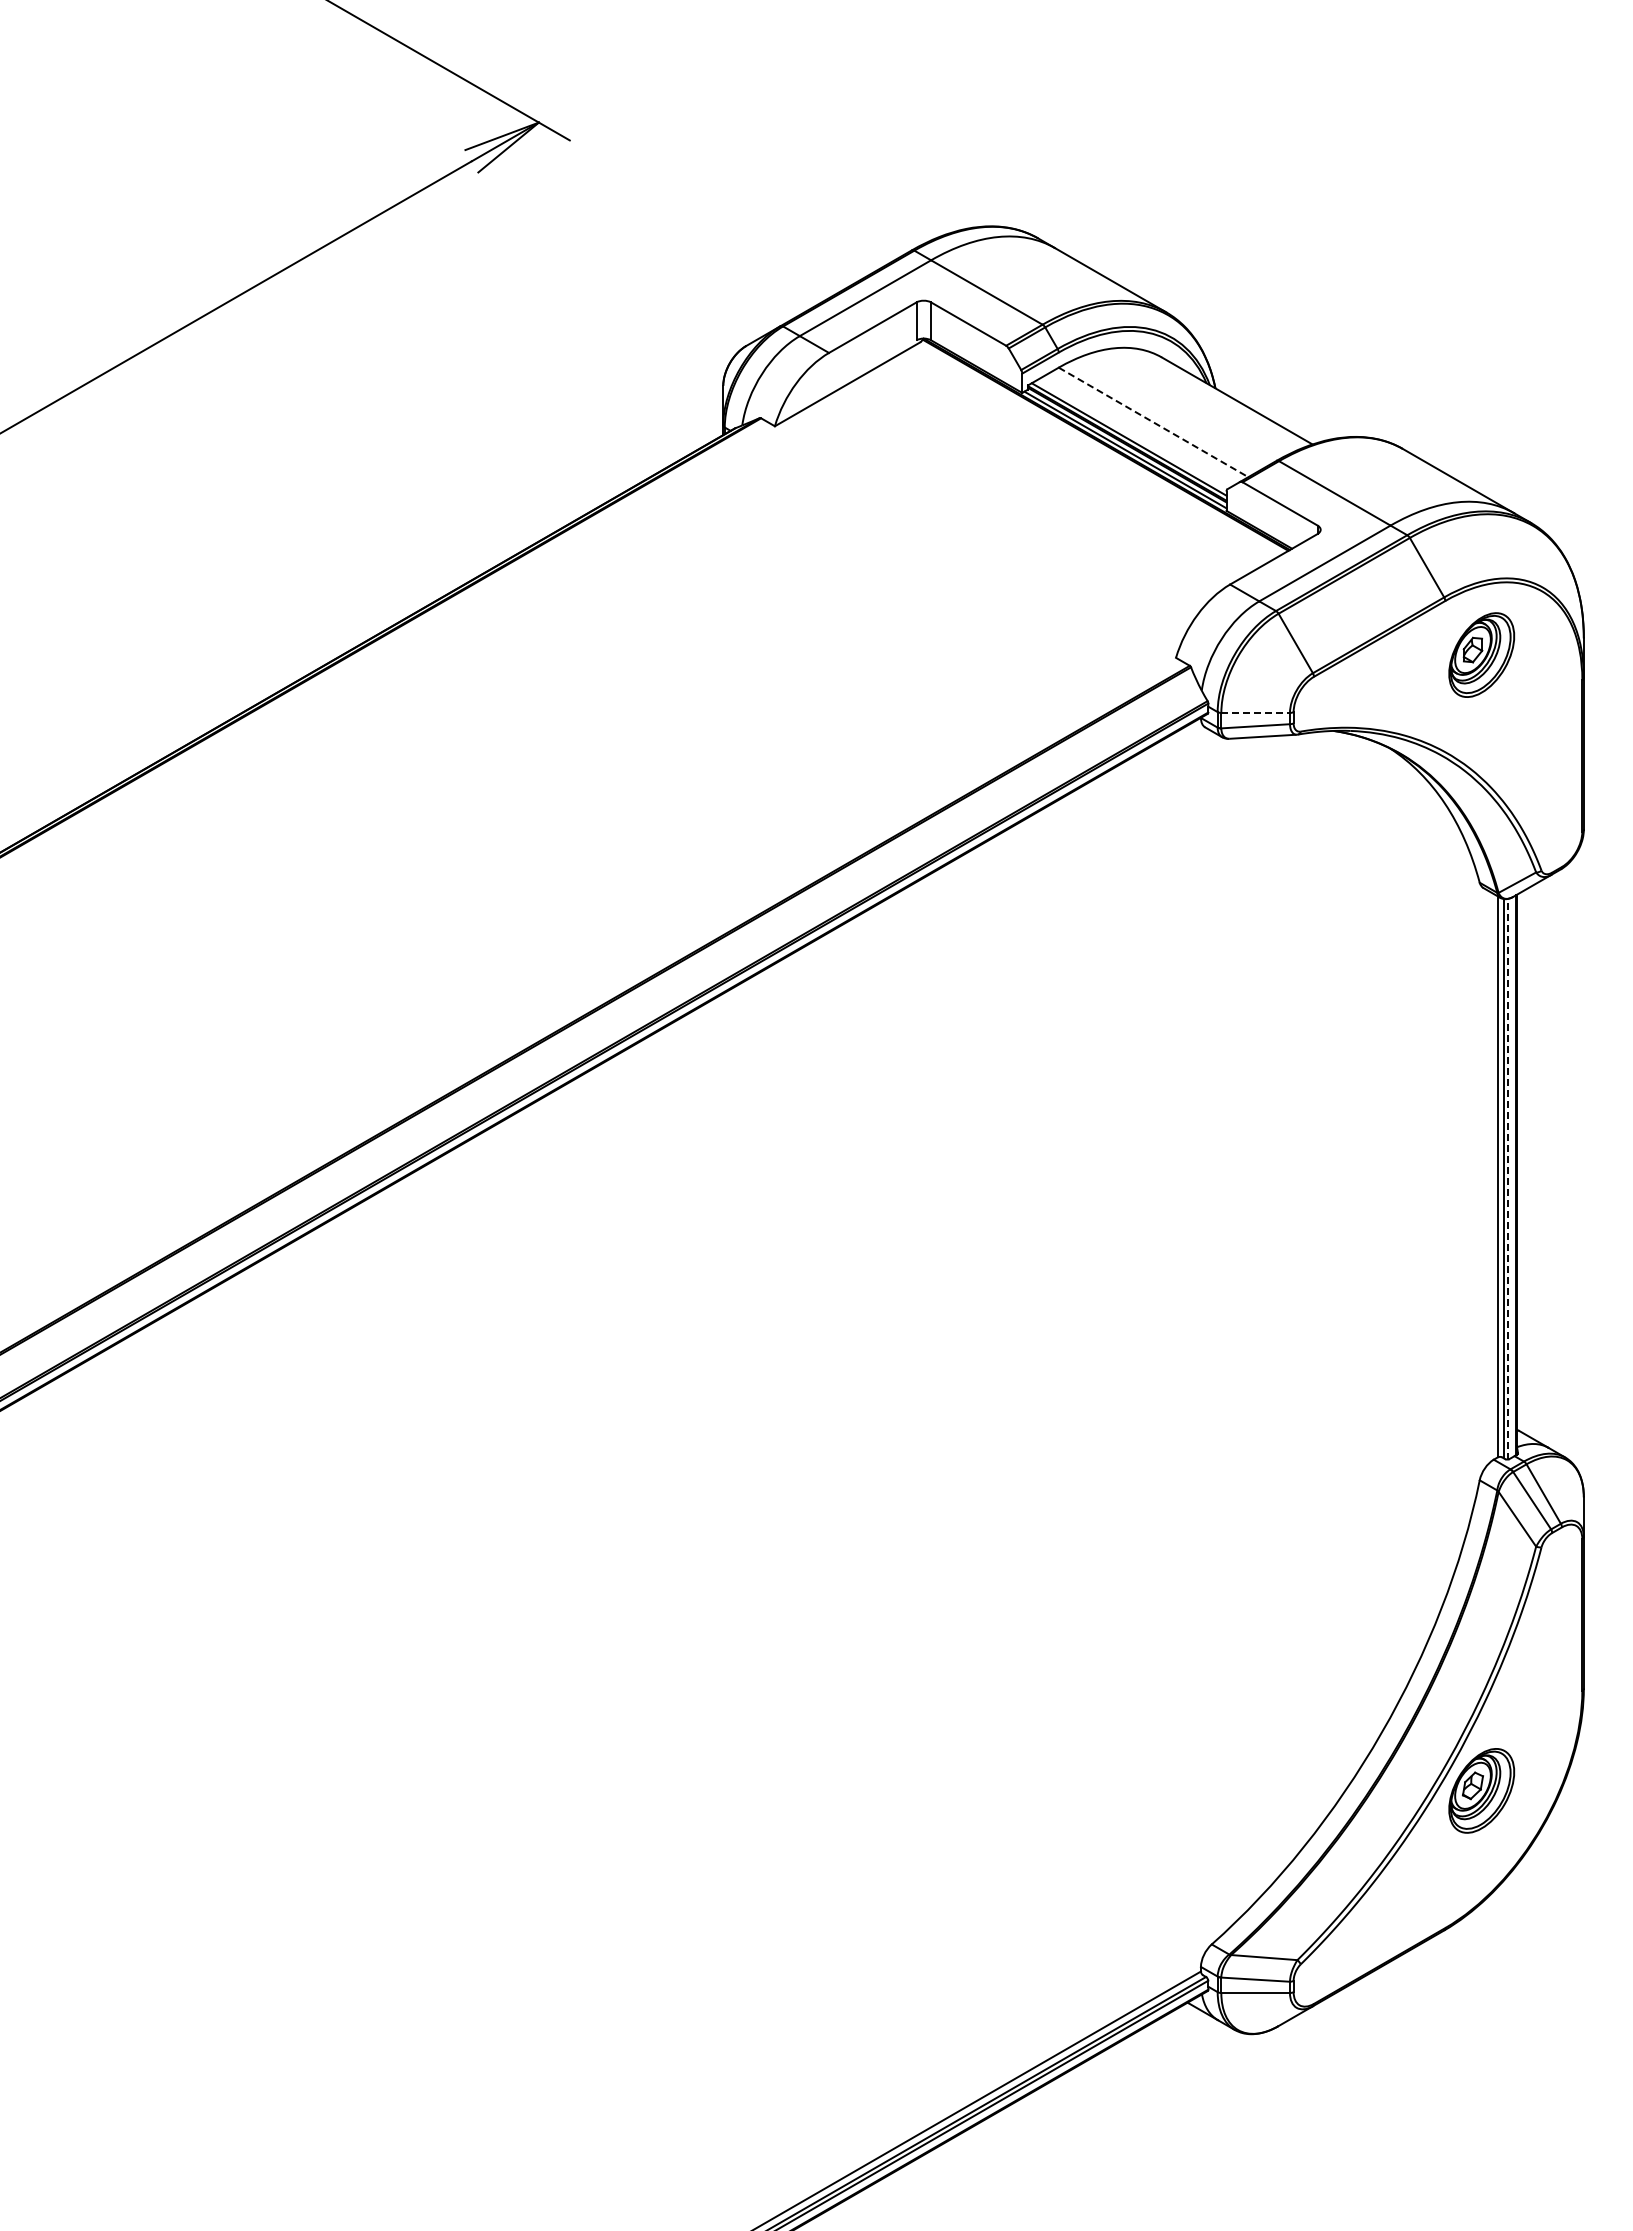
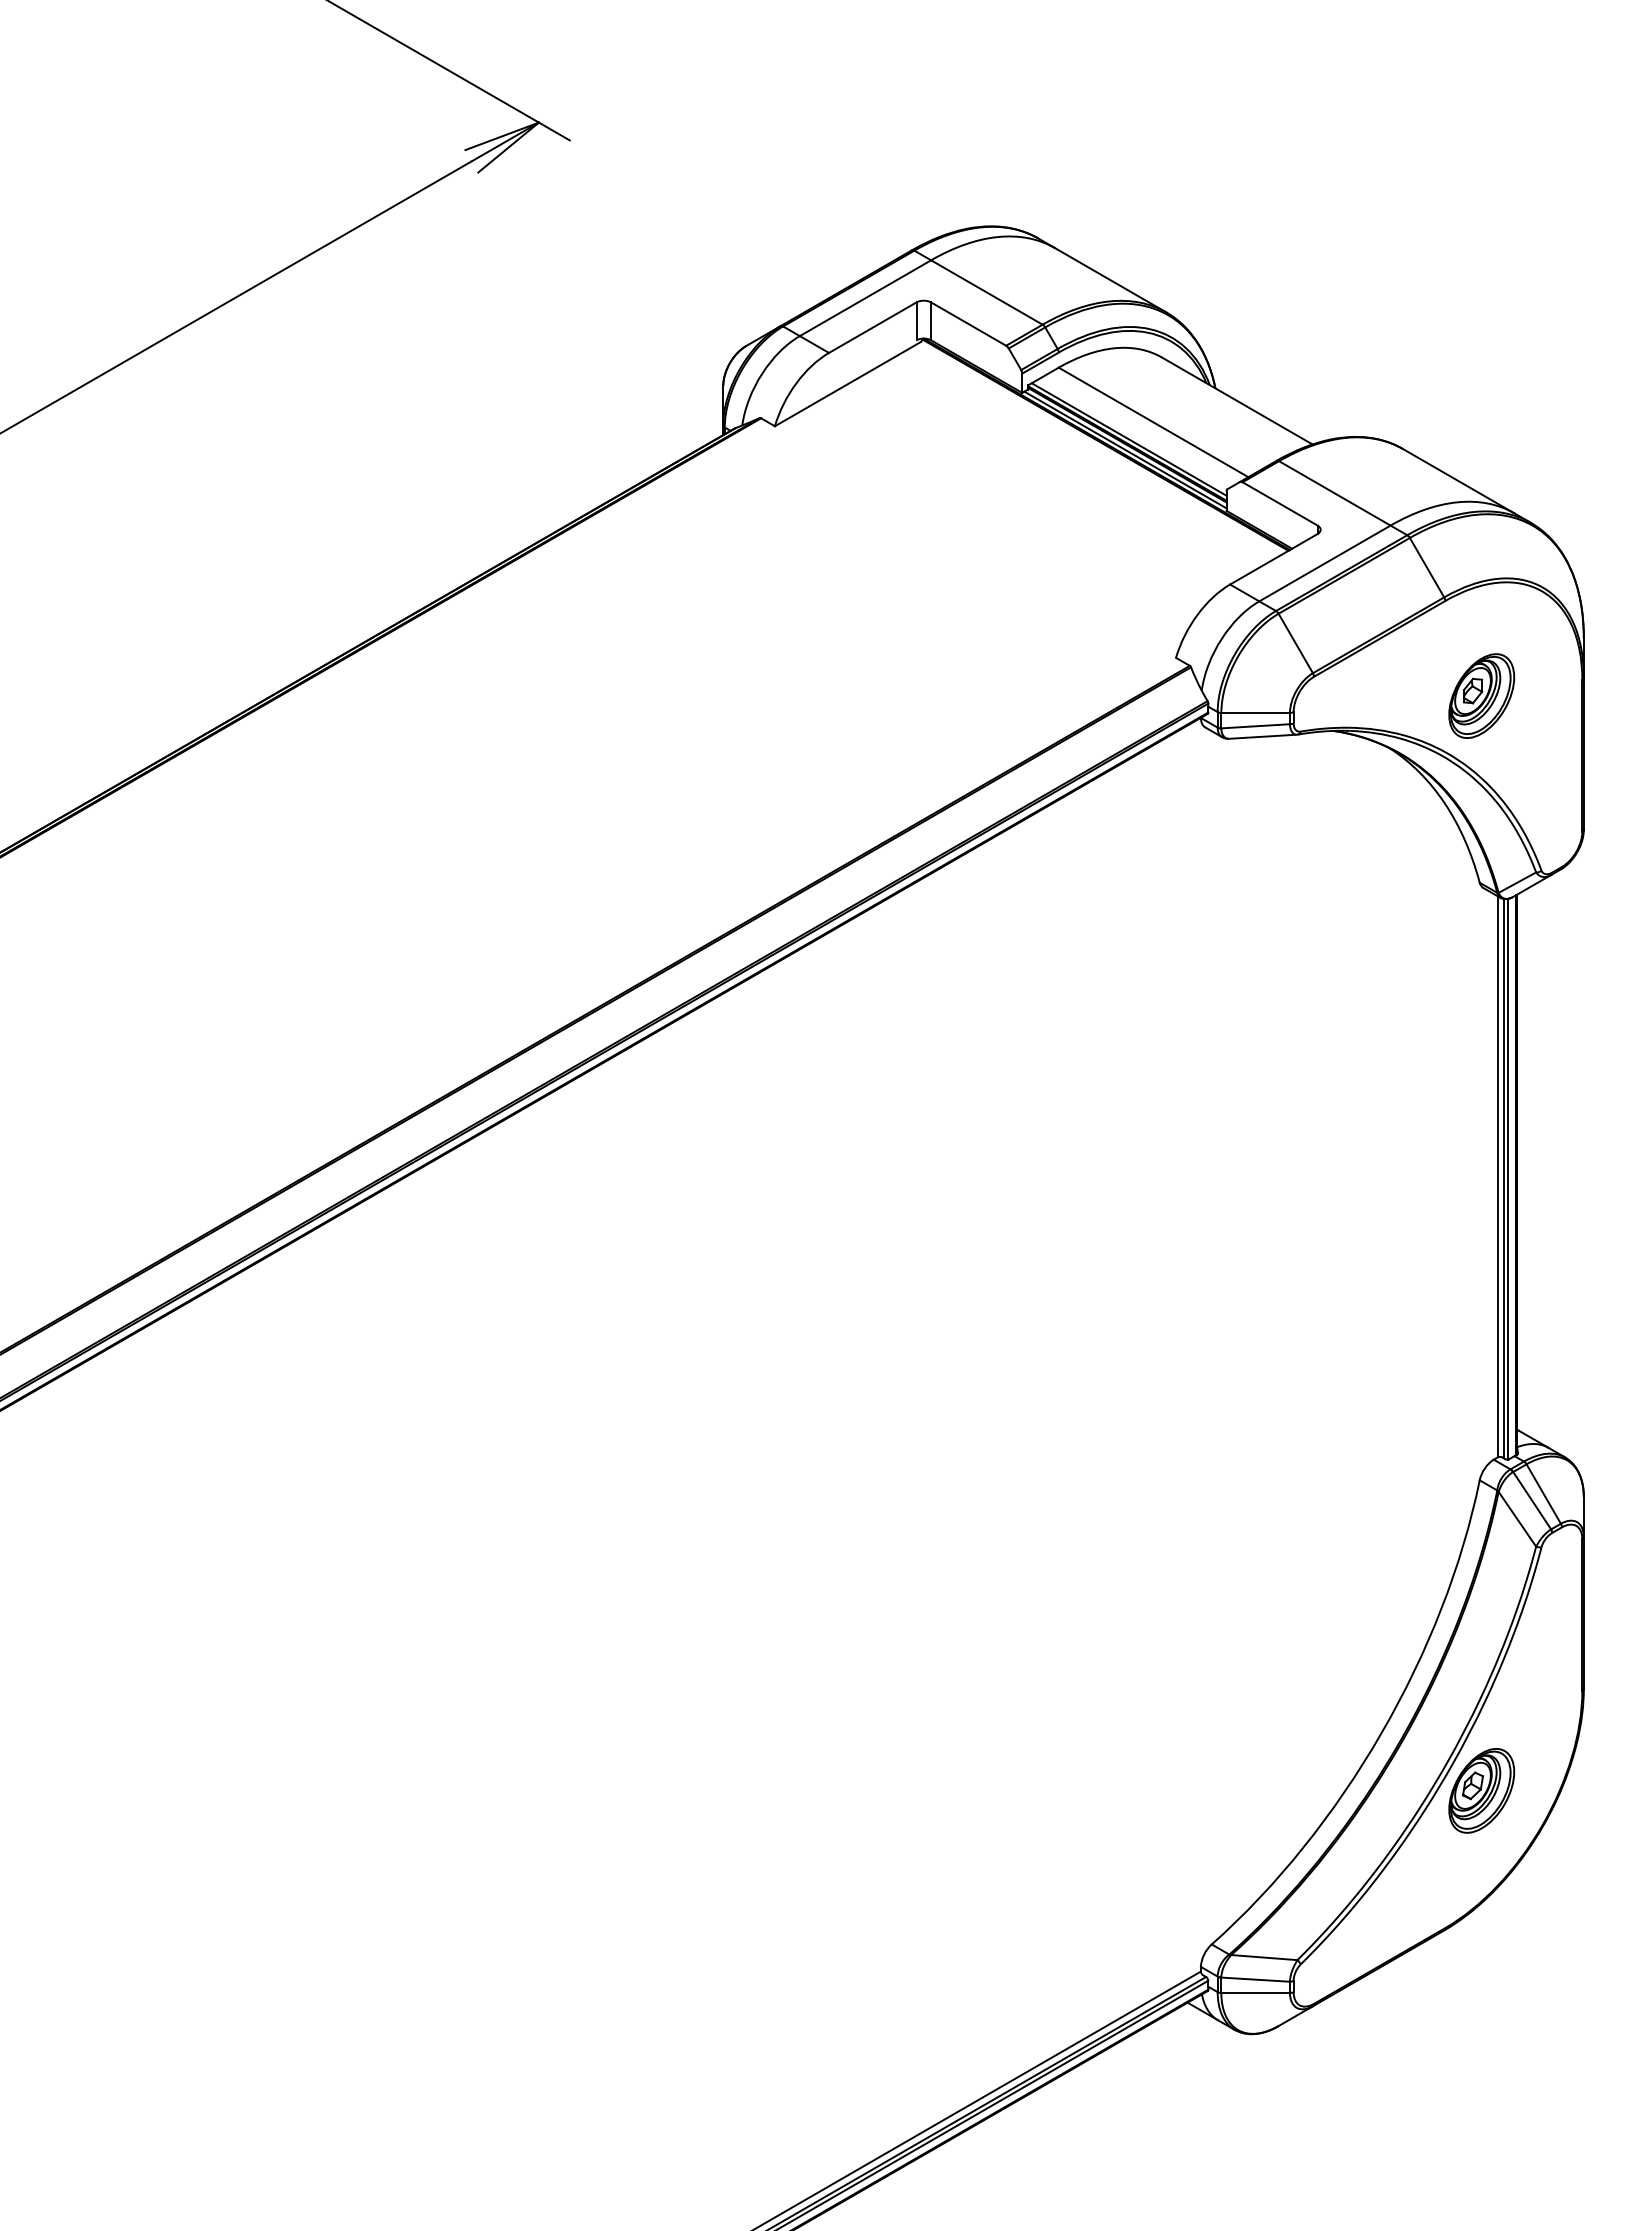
line at (1153, 422): dashed -> solid
part at (1481, 654) position: (1481, 654) -> (1481, 695)
line at (1256, 712): dashed -> solid
line at (1508, 1178): dashed -> solid
